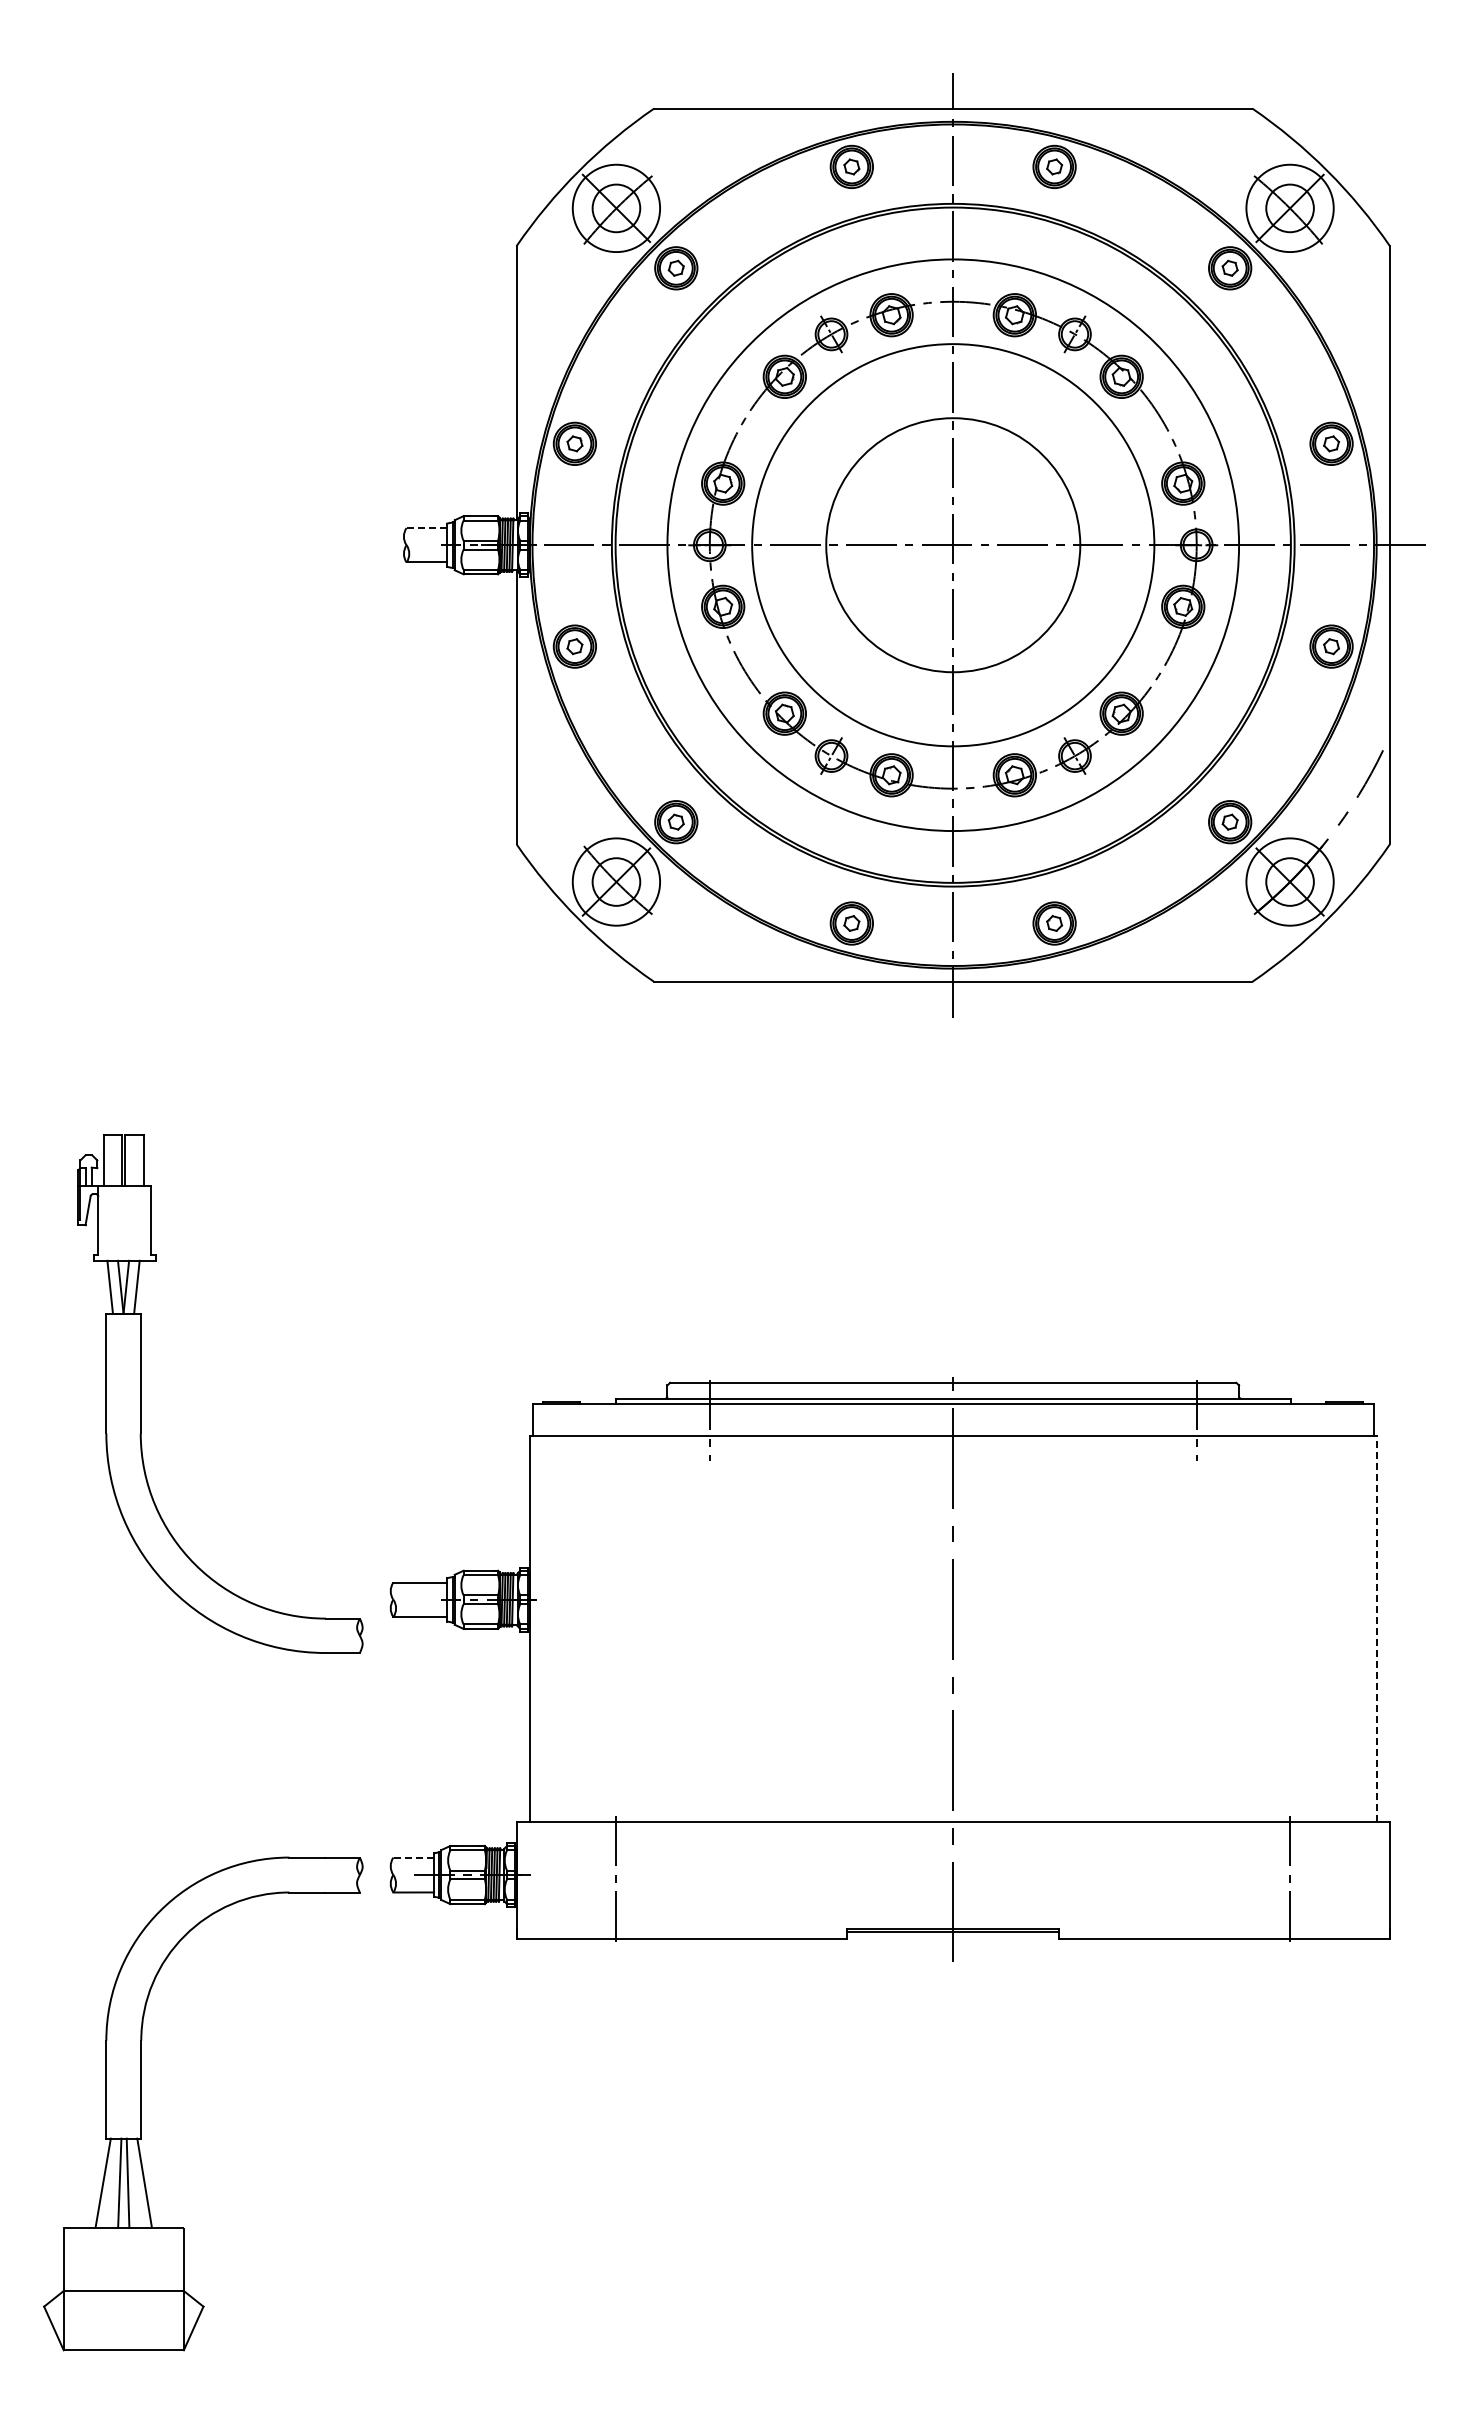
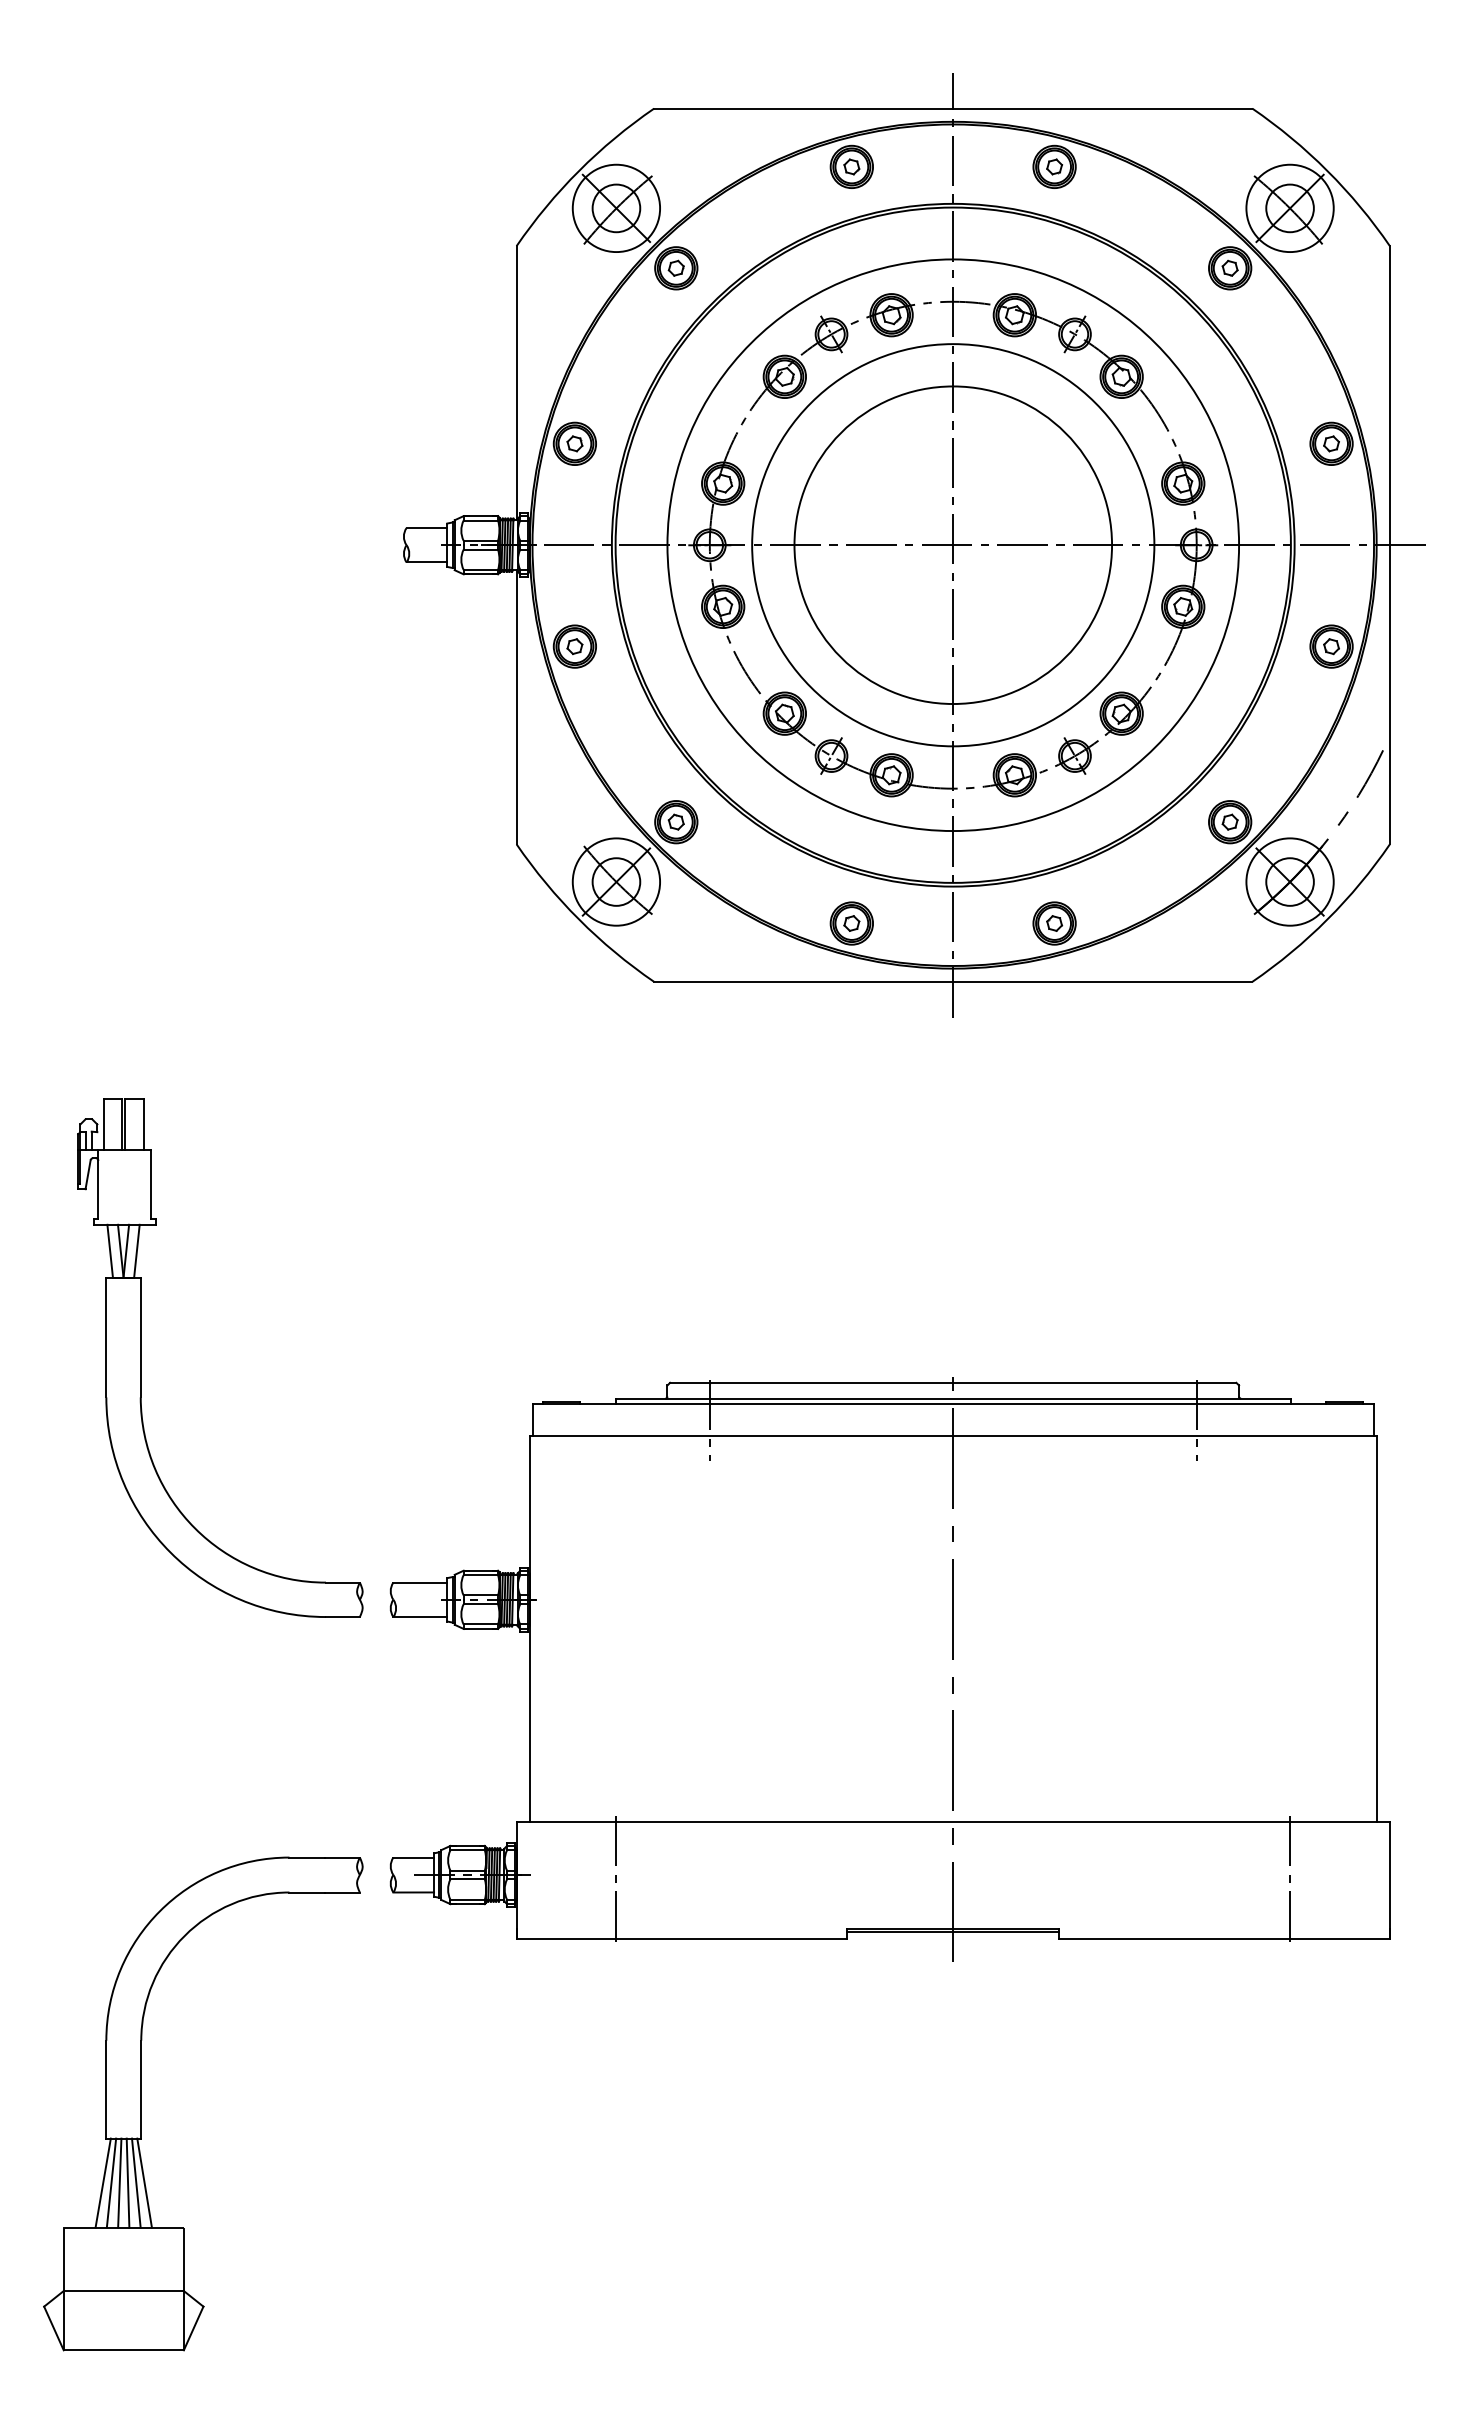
line at (426, 528): dashed -> solid
circle at (953, 545) diameter: 254 px -> 318 px
part at (141, 1393) position: (141, 1393) -> (141, 1357)
line at (1376, 1628): dashed -> solid
line at (413, 1857): dashed -> solid
line at (111, 2182): none -> present
line at (136, 2182): none -> present
